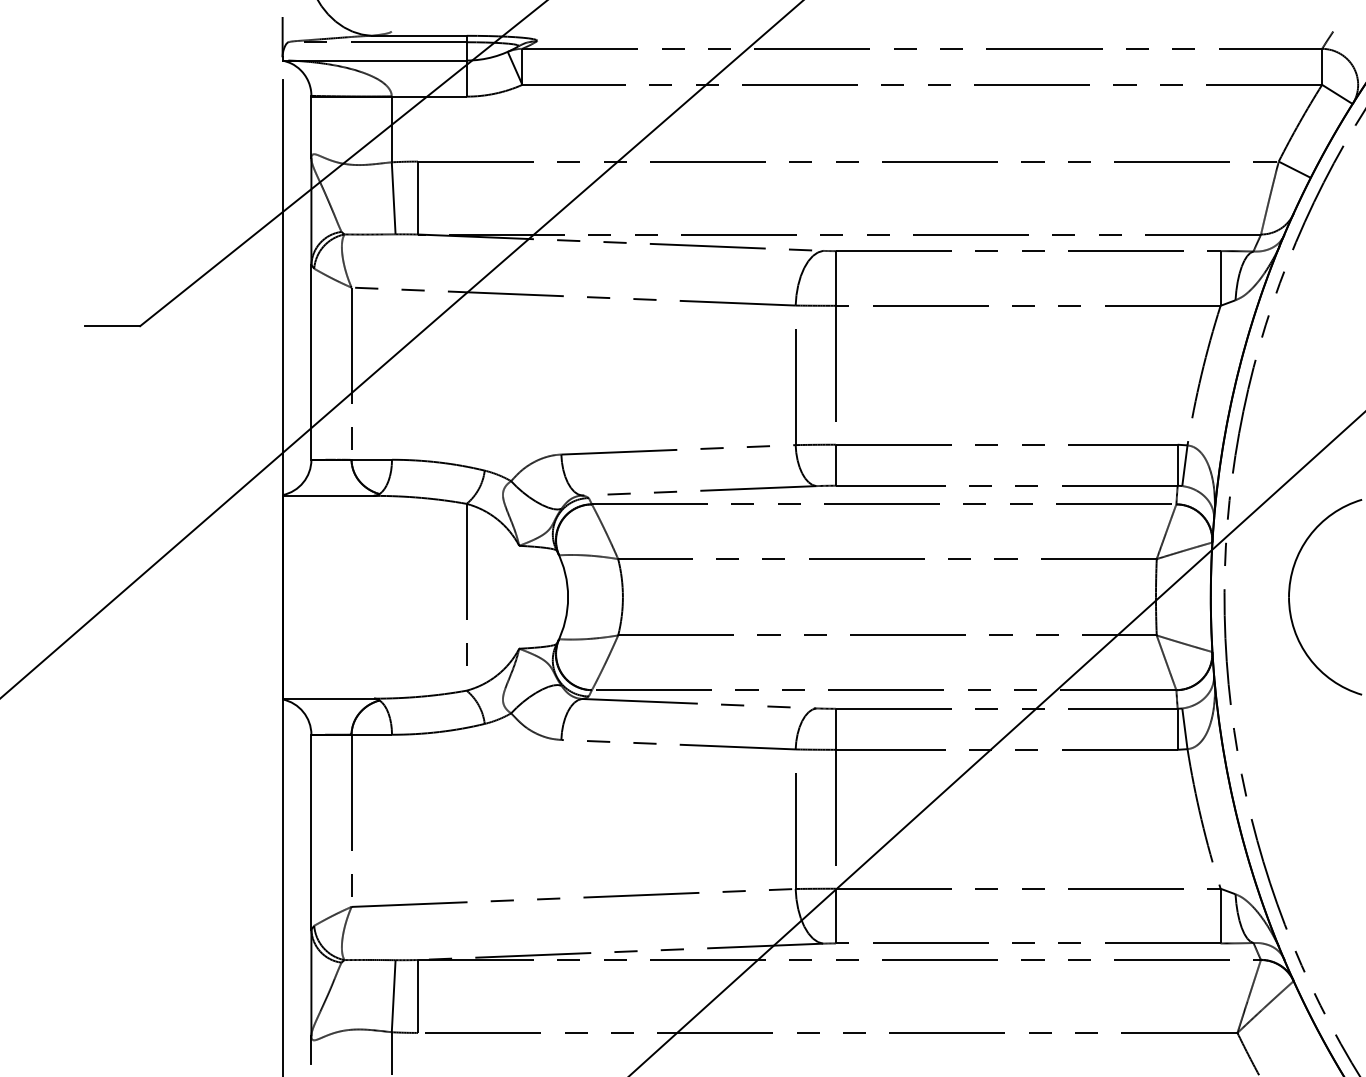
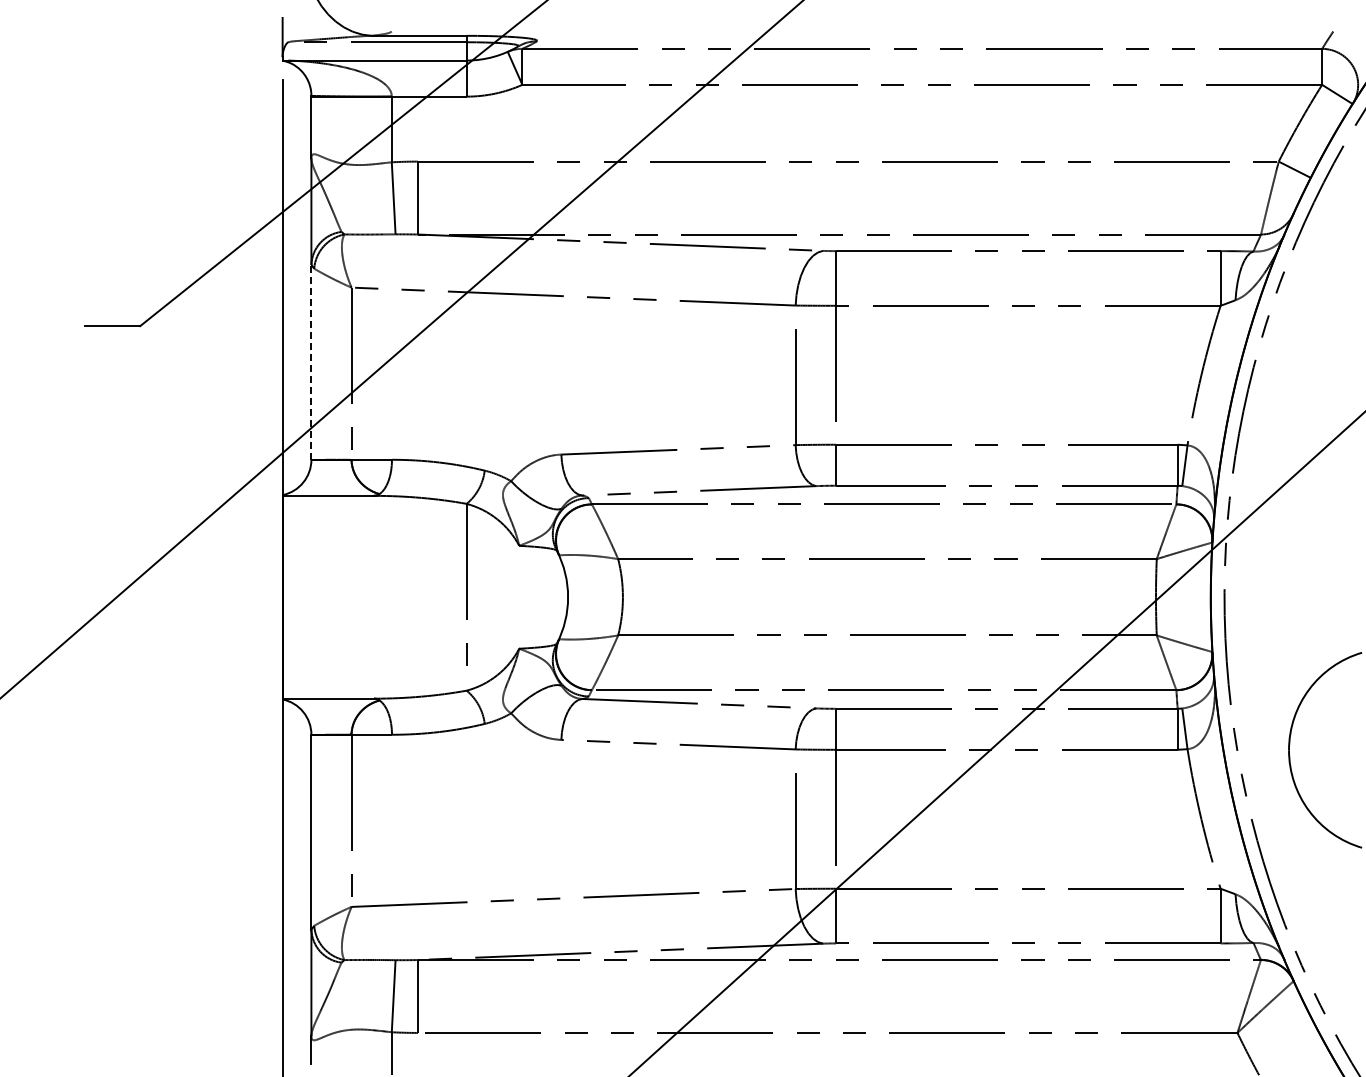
line at (311, 361): solid -> dashed
part at (1290, 602) position: (1290, 602) -> (1290, 755)
